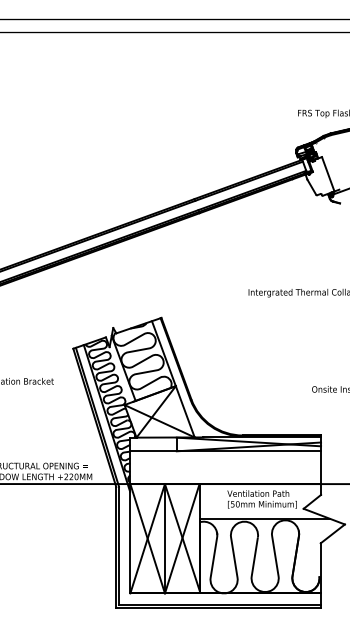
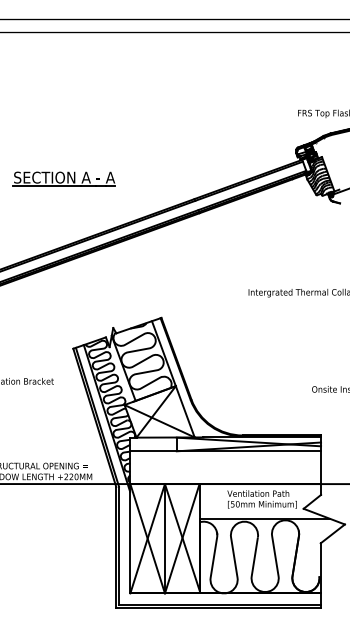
hatch at (319, 176): none -> present
part at (63, 178): none -> present
